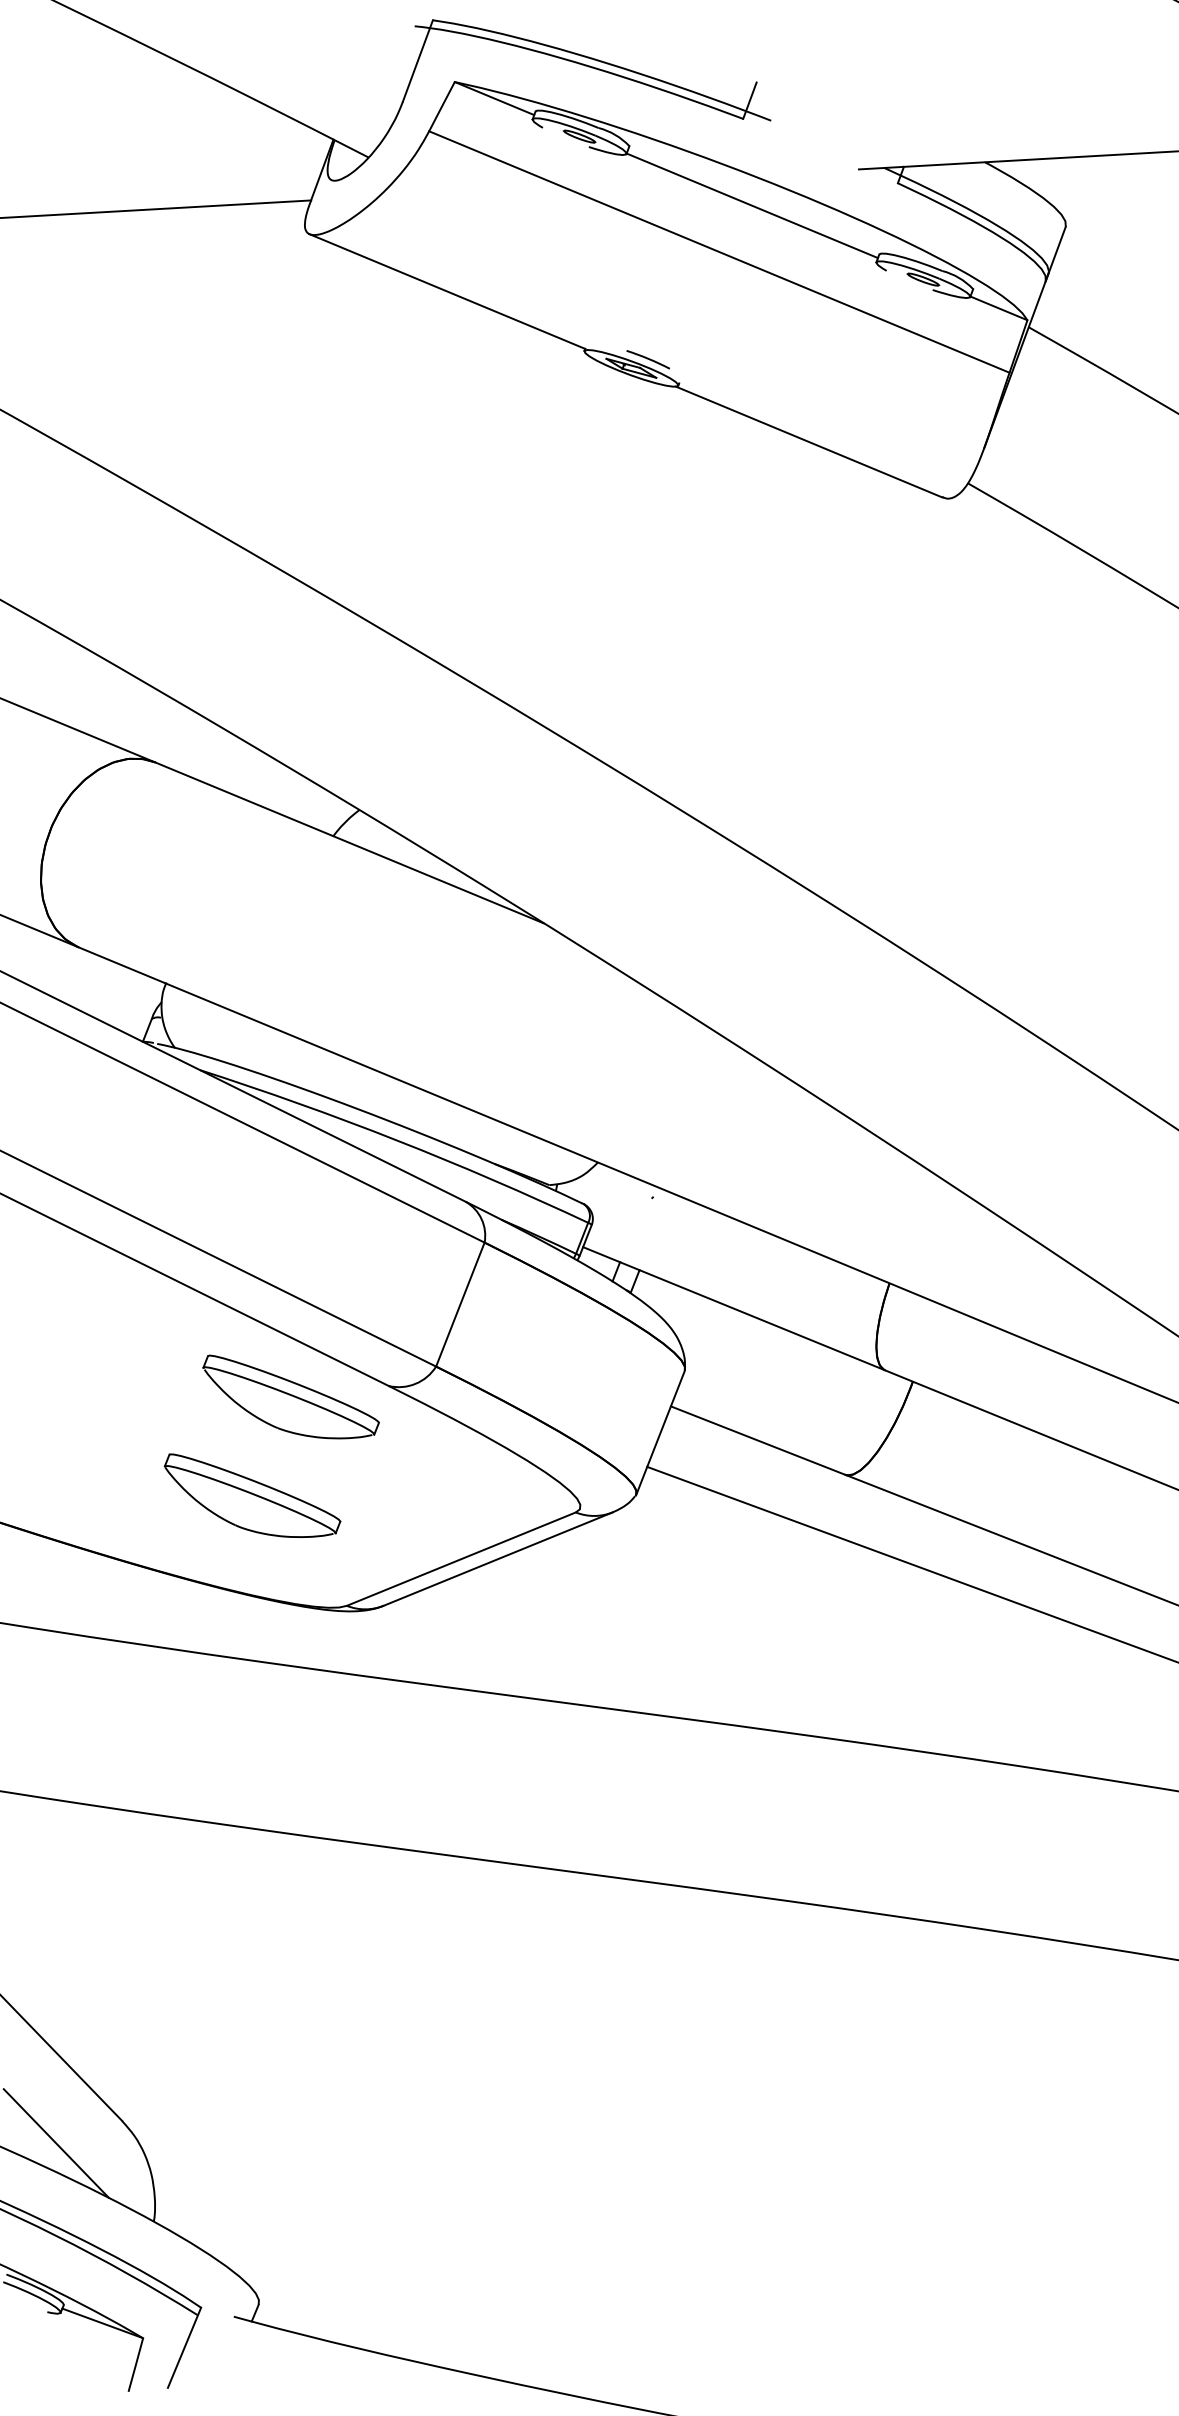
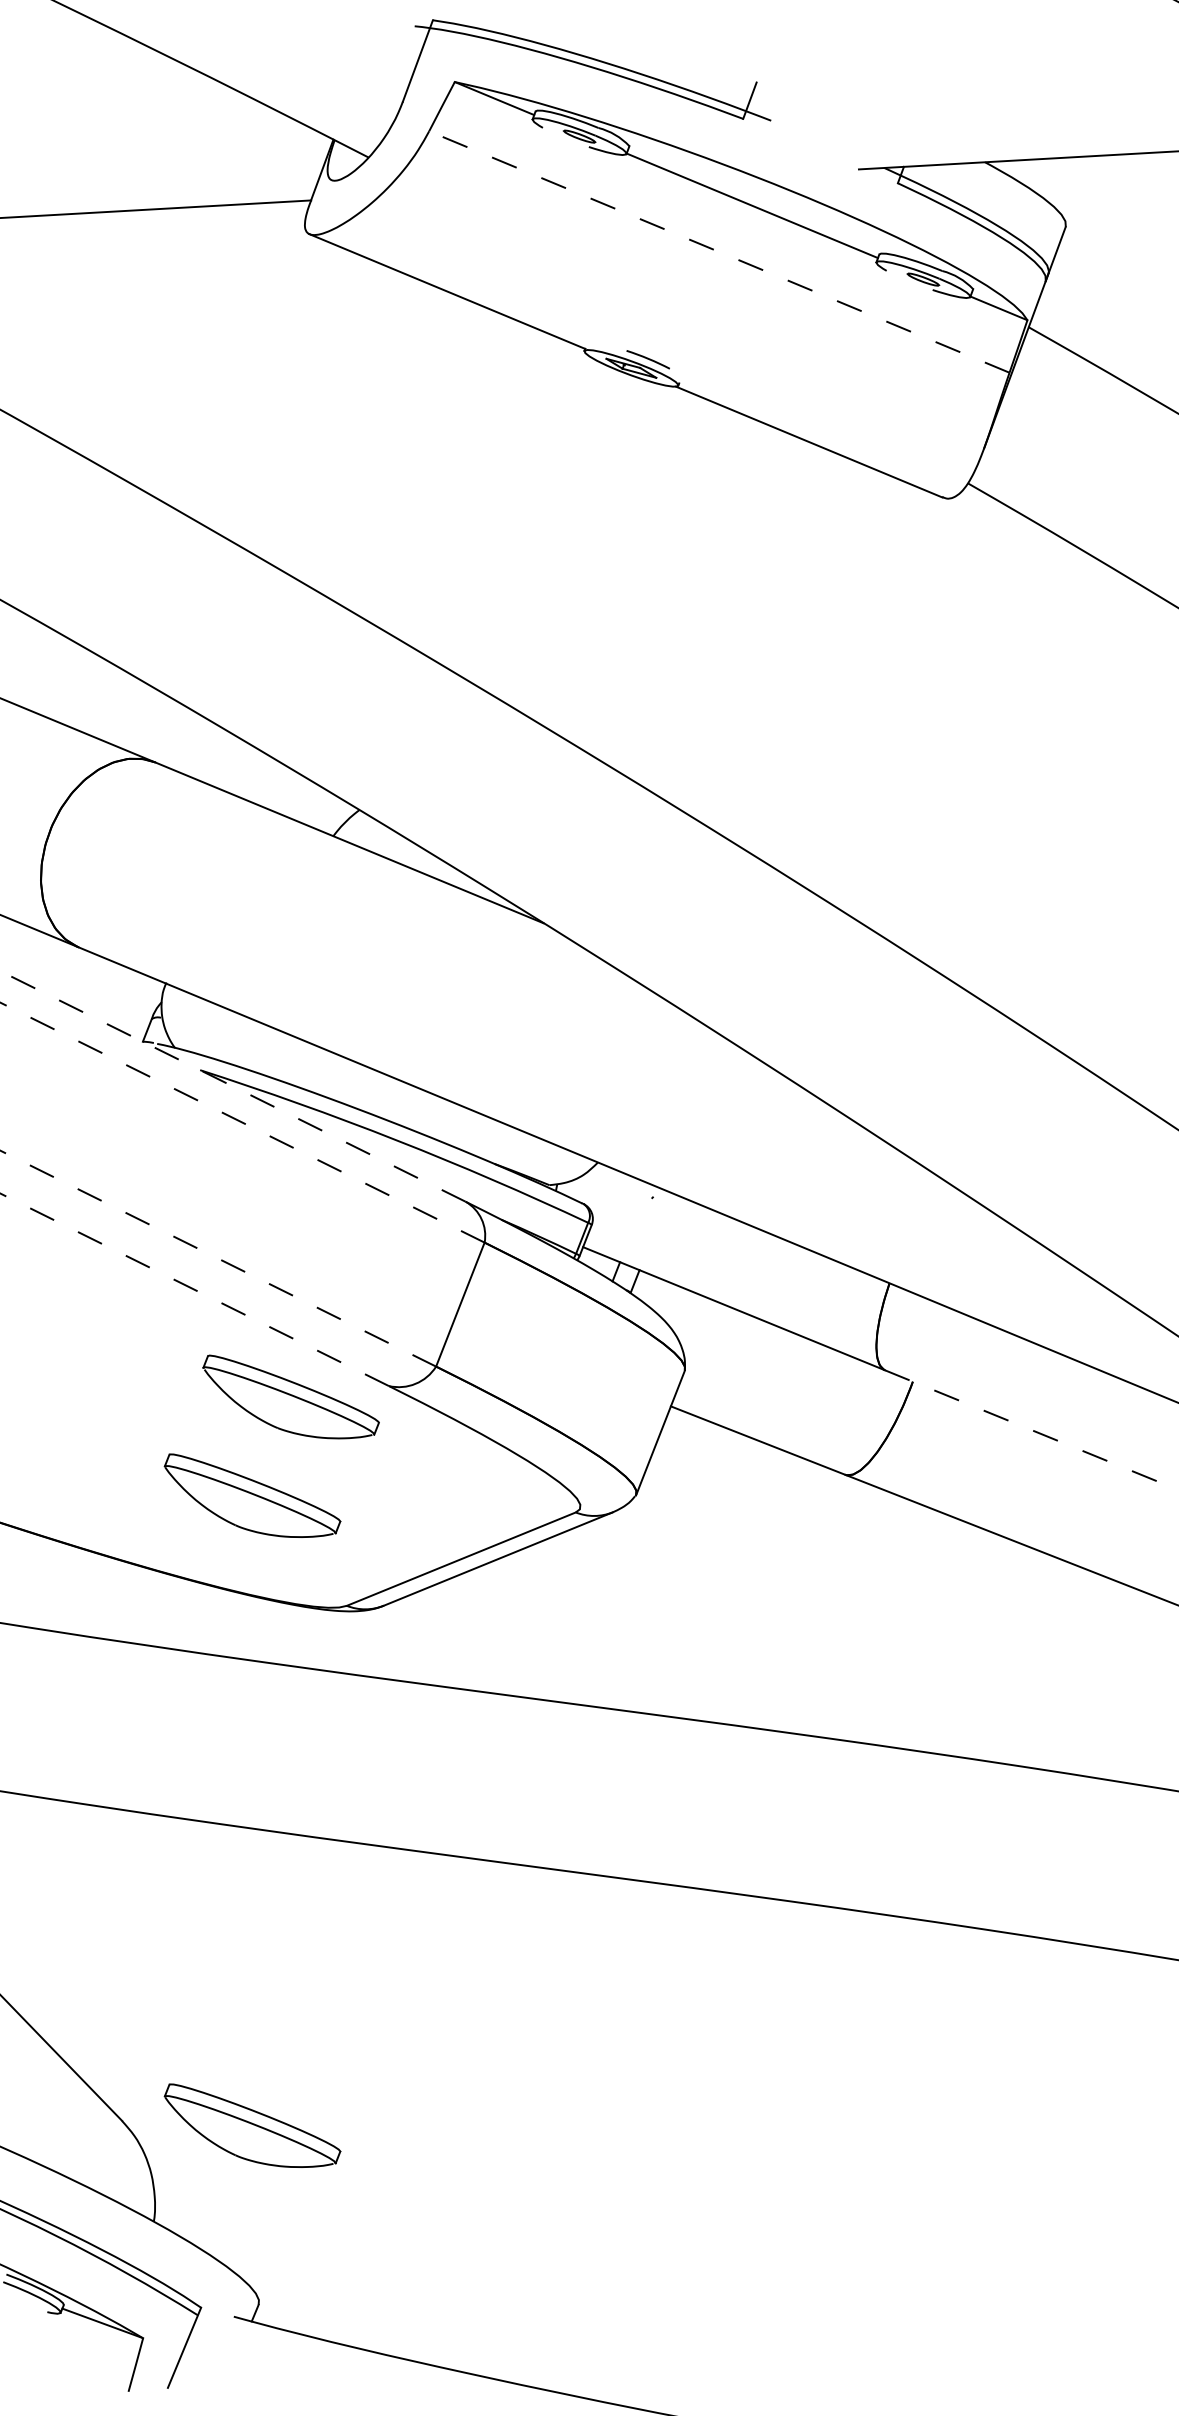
line at (718, 251): solid -> dashed
line at (232, 1086): solid -> dashed
line at (242, 1122): solid -> dashed
line at (218, 1258): solid -> dashed
line at (194, 1289): solid -> dashed
line at (1032, 1430): solid -> dashed
line at (911, 1563): present -> none
part at (252, 2125): none -> present
line at (55, 2143): present -> none
